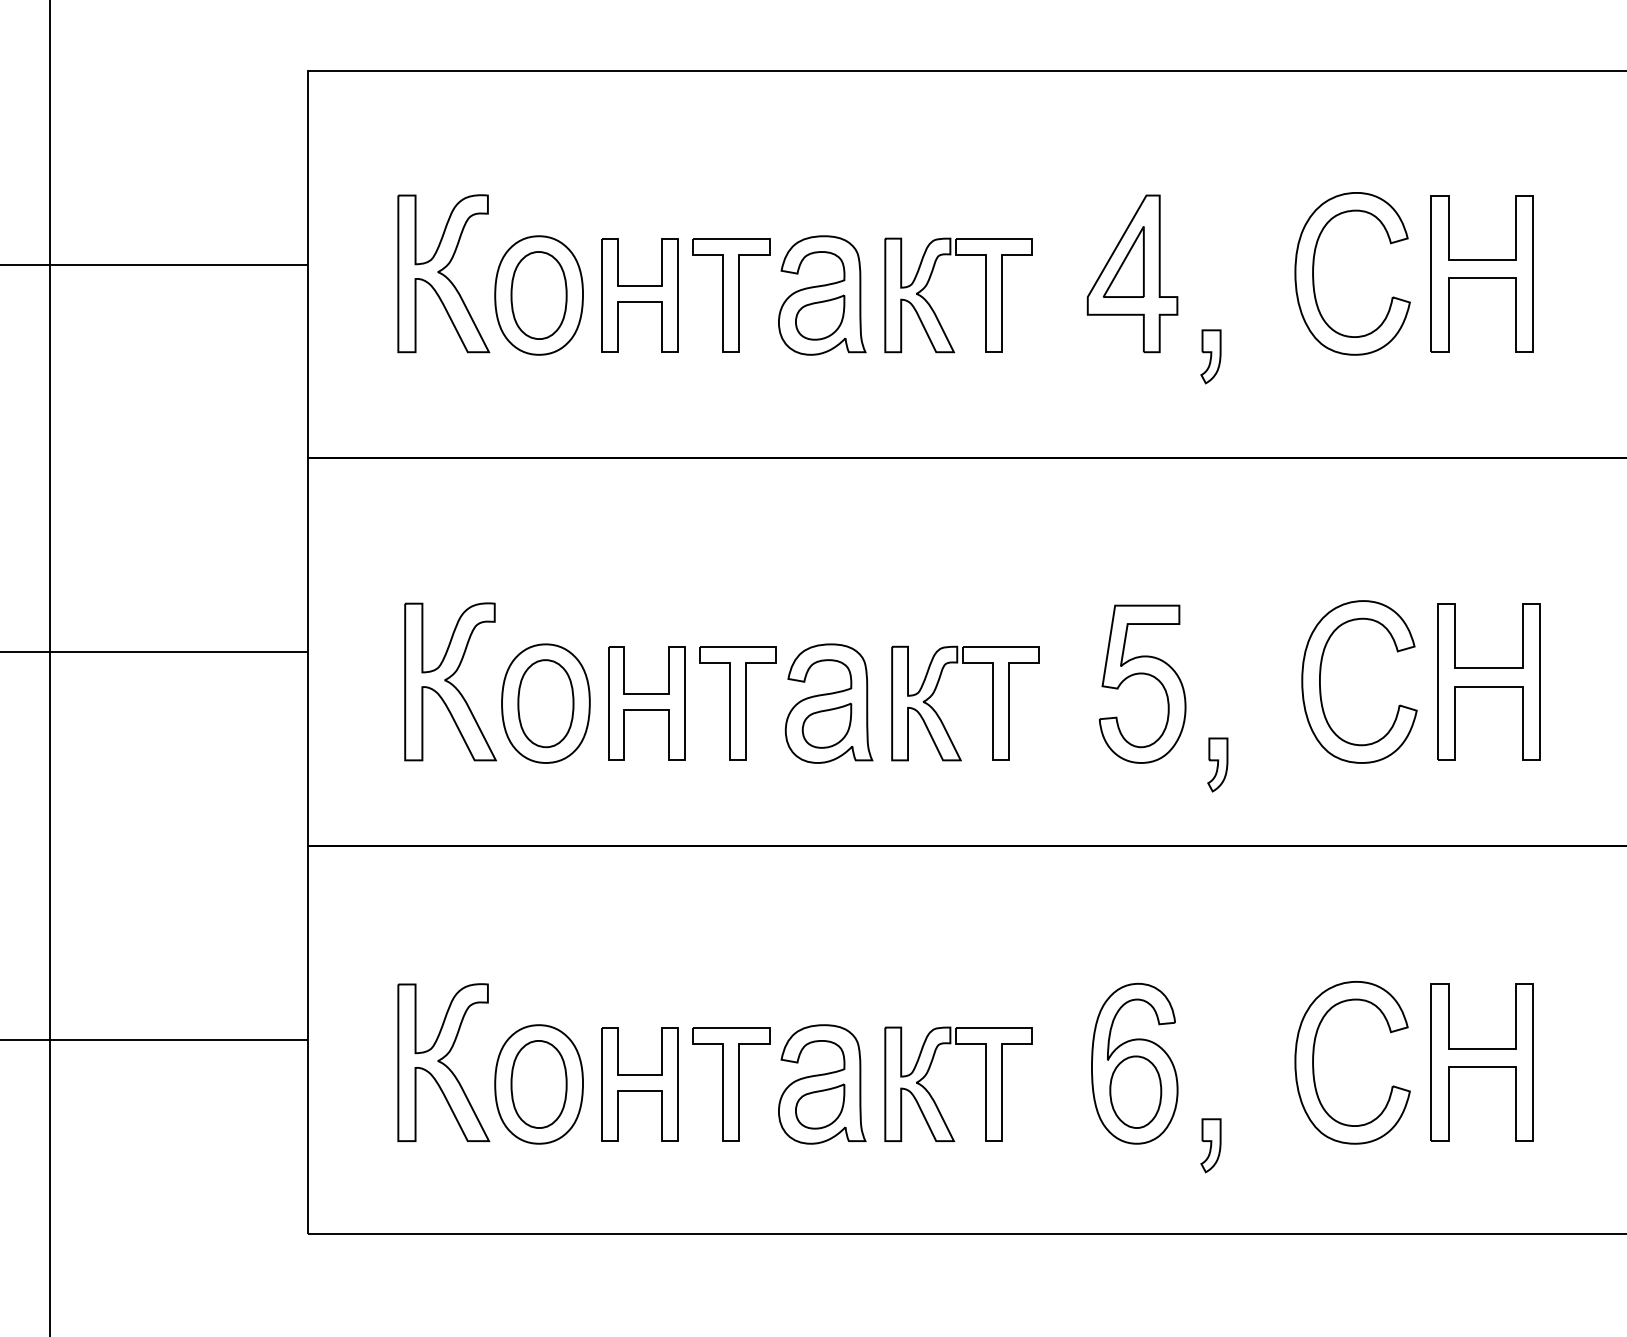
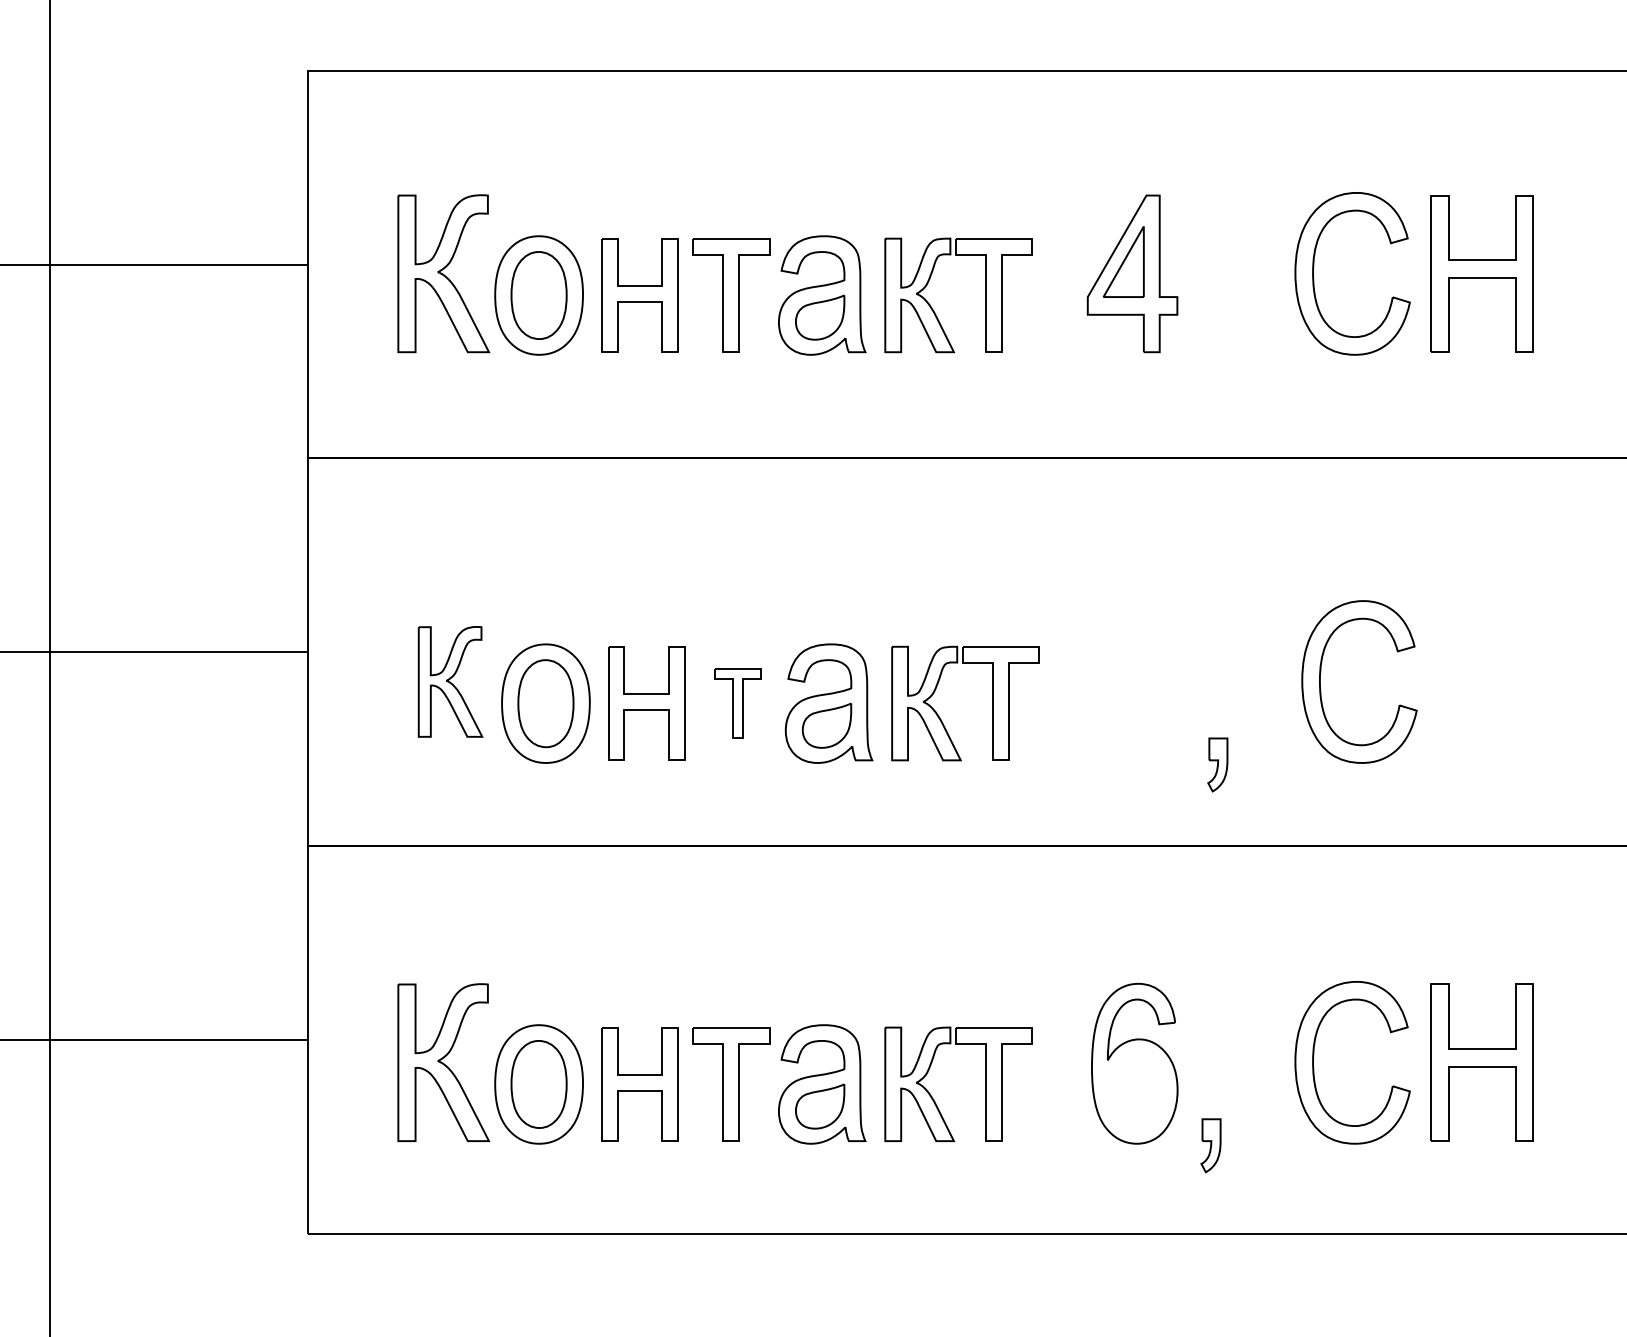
part at (1210, 356): present -> none
part at (1142, 674): present -> none
part at (450, 681) size: 93x160 px -> 67x112 px
part at (1488, 681): present -> none
part at (737, 703) size: 78x115 px -> 48x71 px
part at (1135, 1091): present -> none
